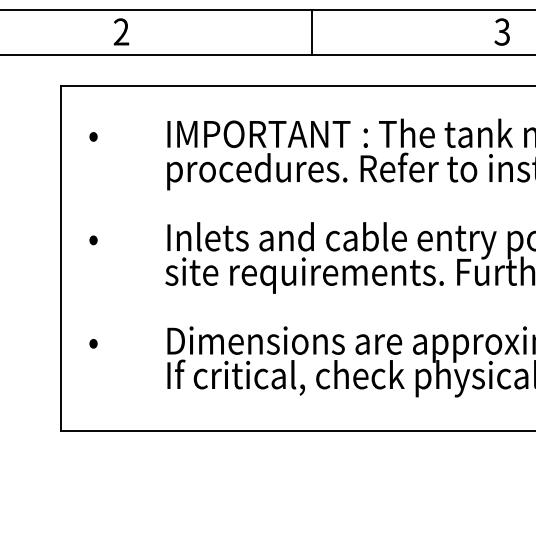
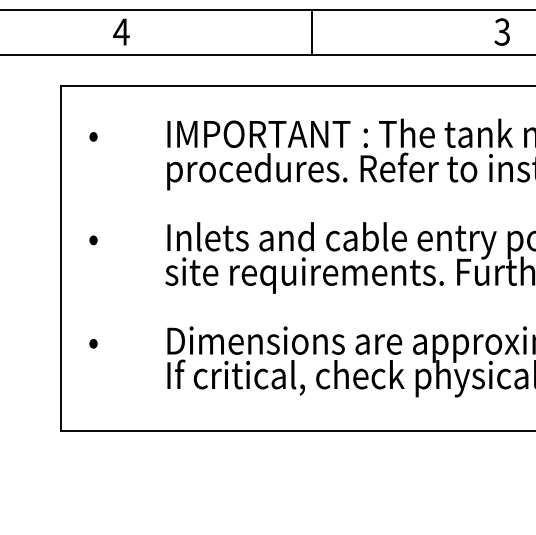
text at (121, 31): 2 -> 4
